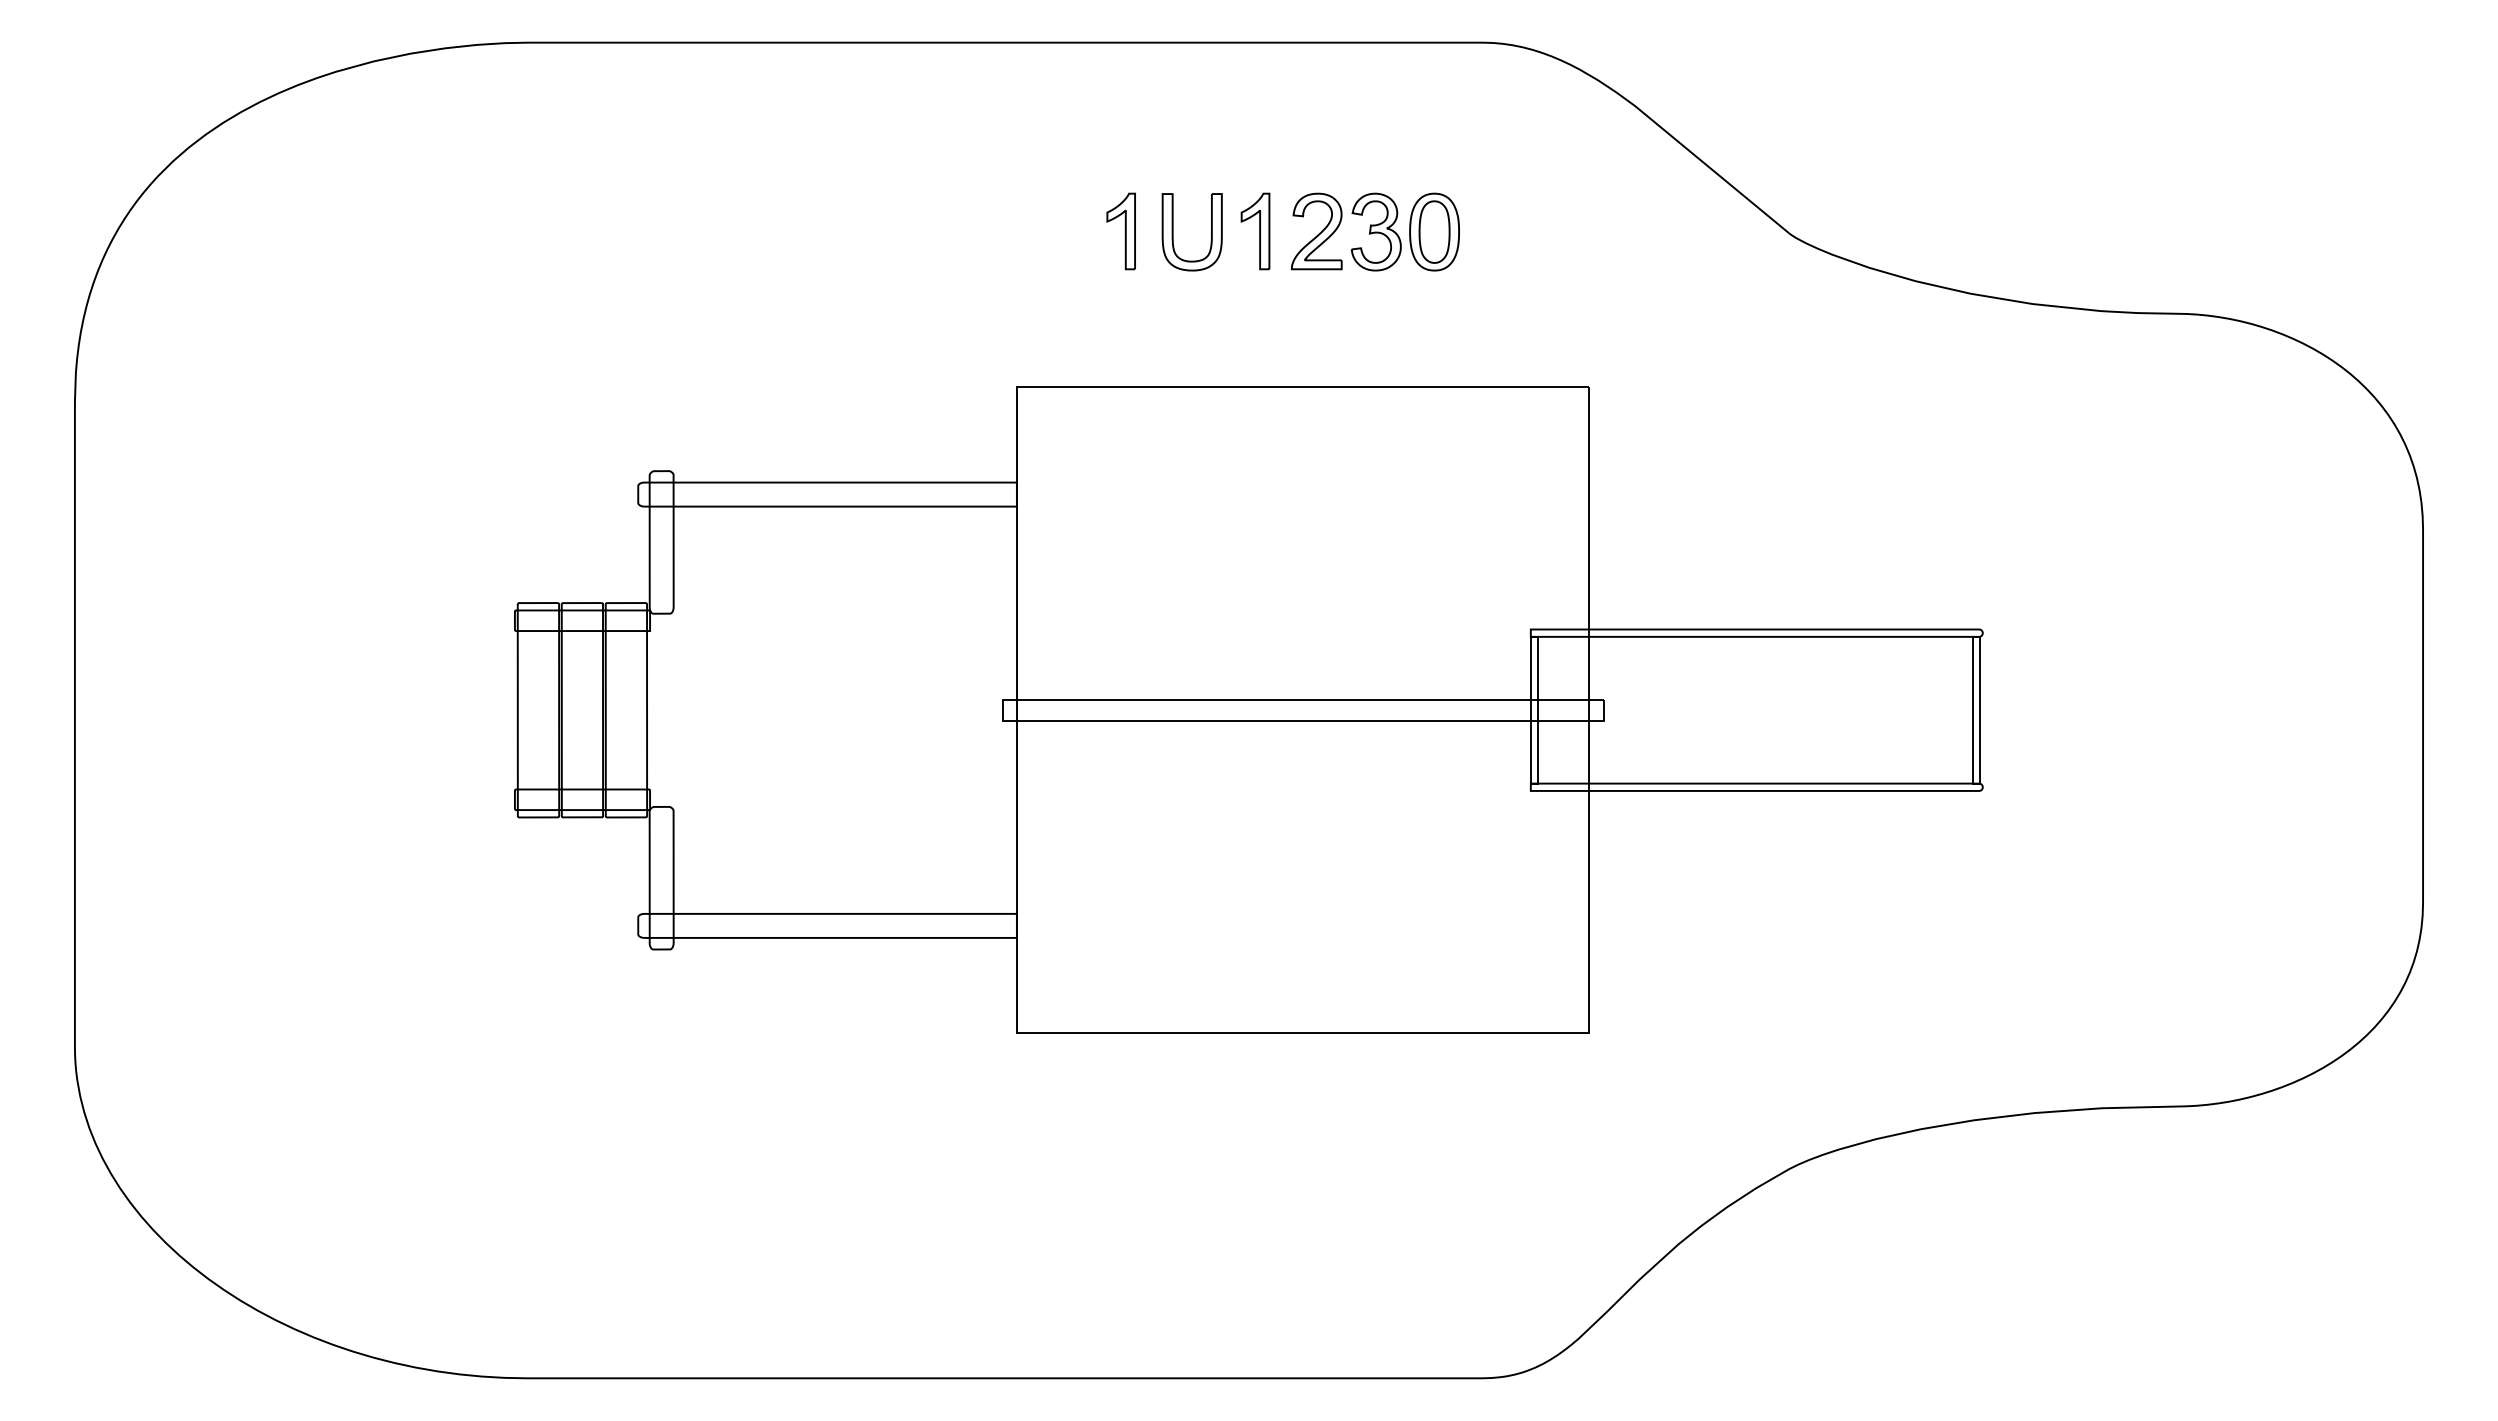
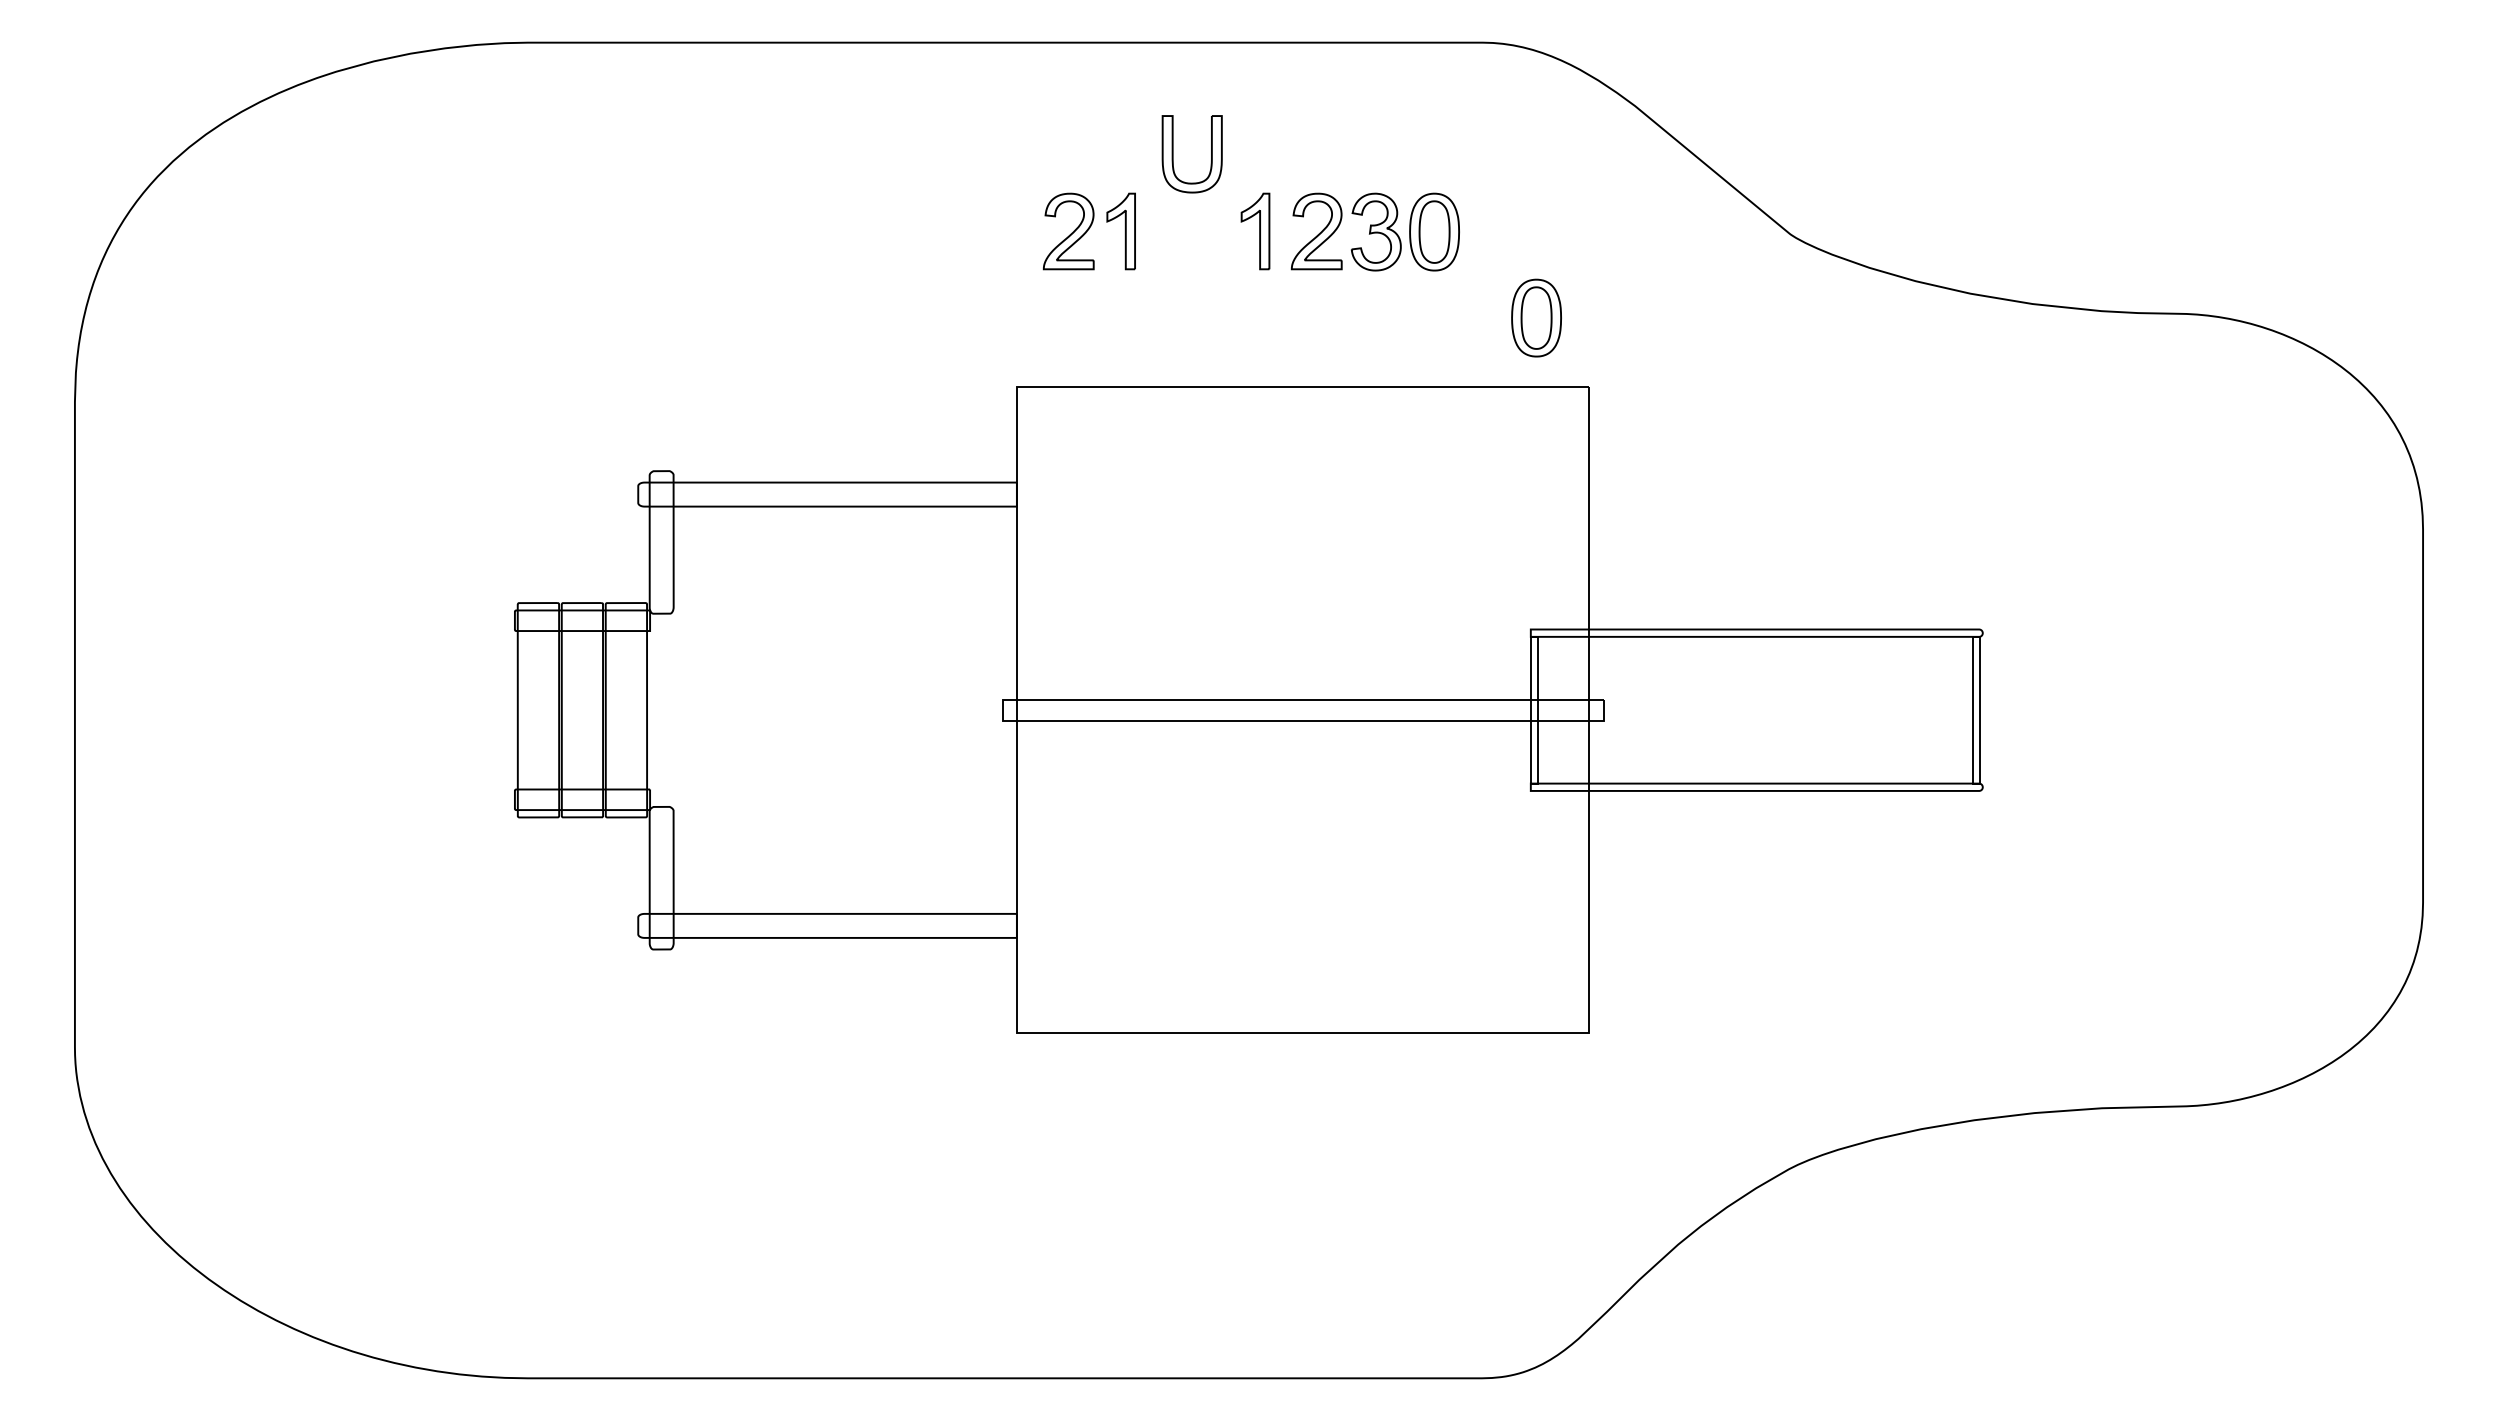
part at (1068, 231): none -> present
part at (1173, 232) position: (1173, 232) -> (1173, 154)
part at (1536, 317): none -> present
